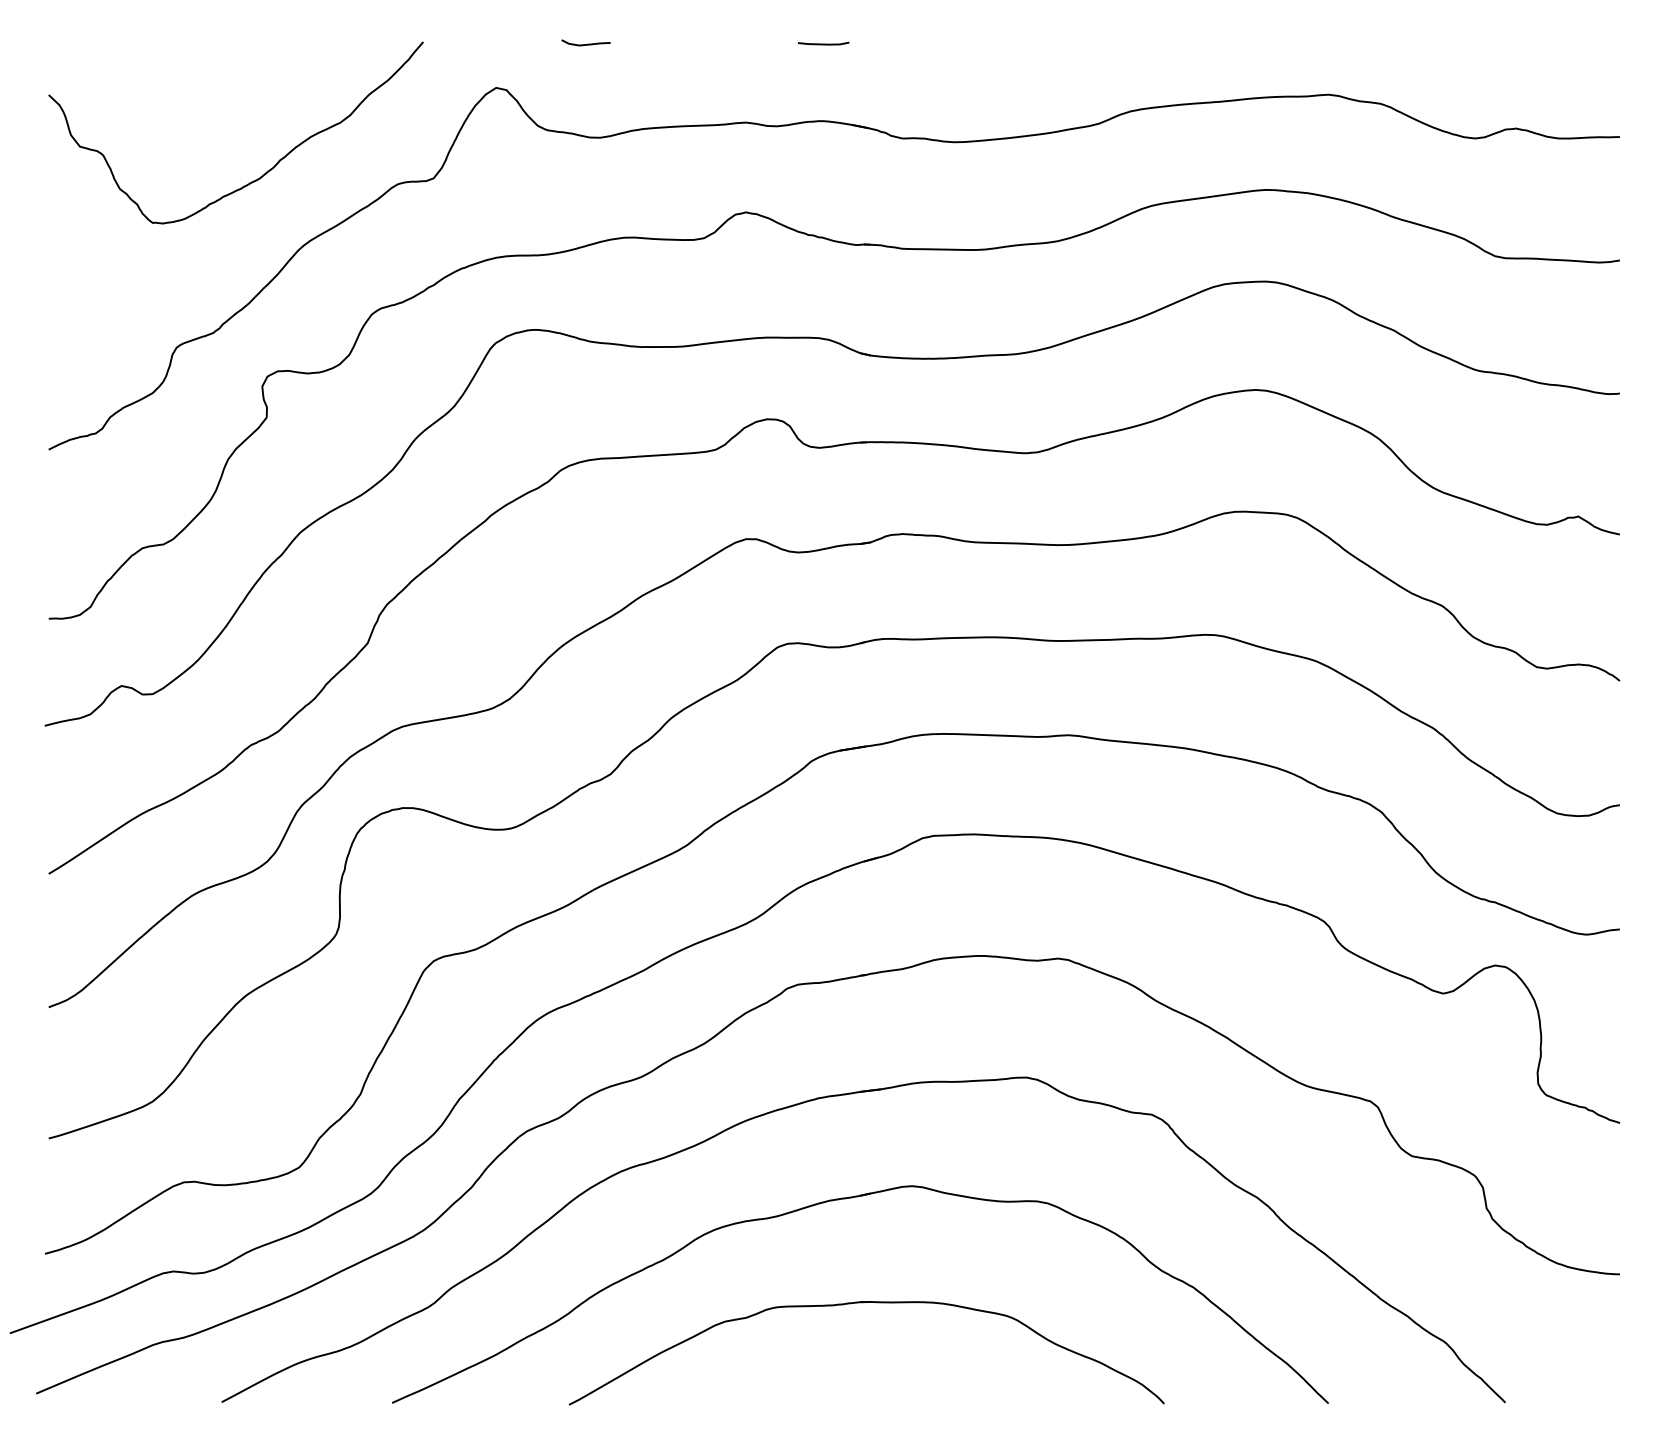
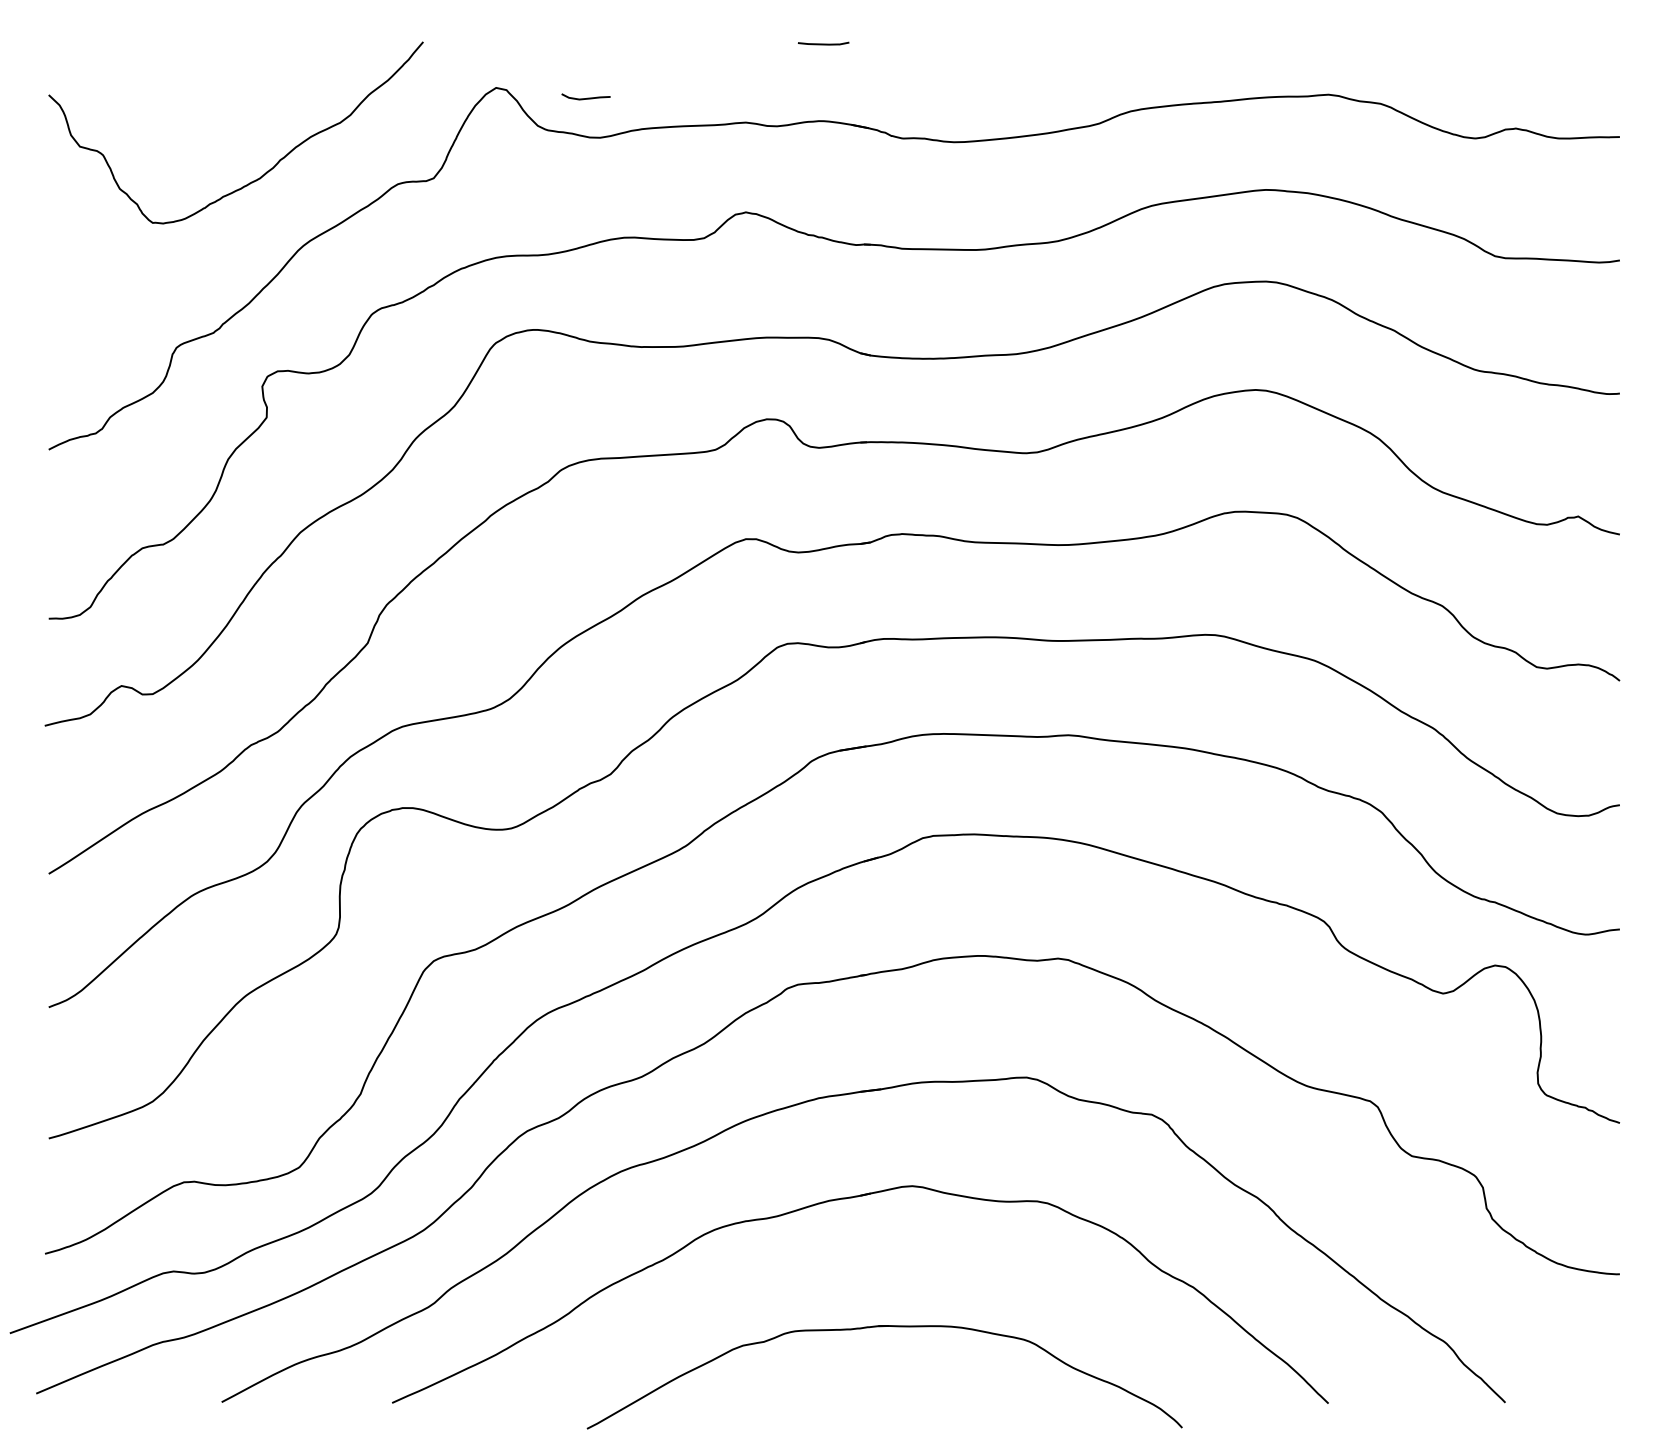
curve at (585, 44) position: (585, 44) -> (585, 98)
part at (863, 1303) position: (863, 1303) -> (881, 1327)
